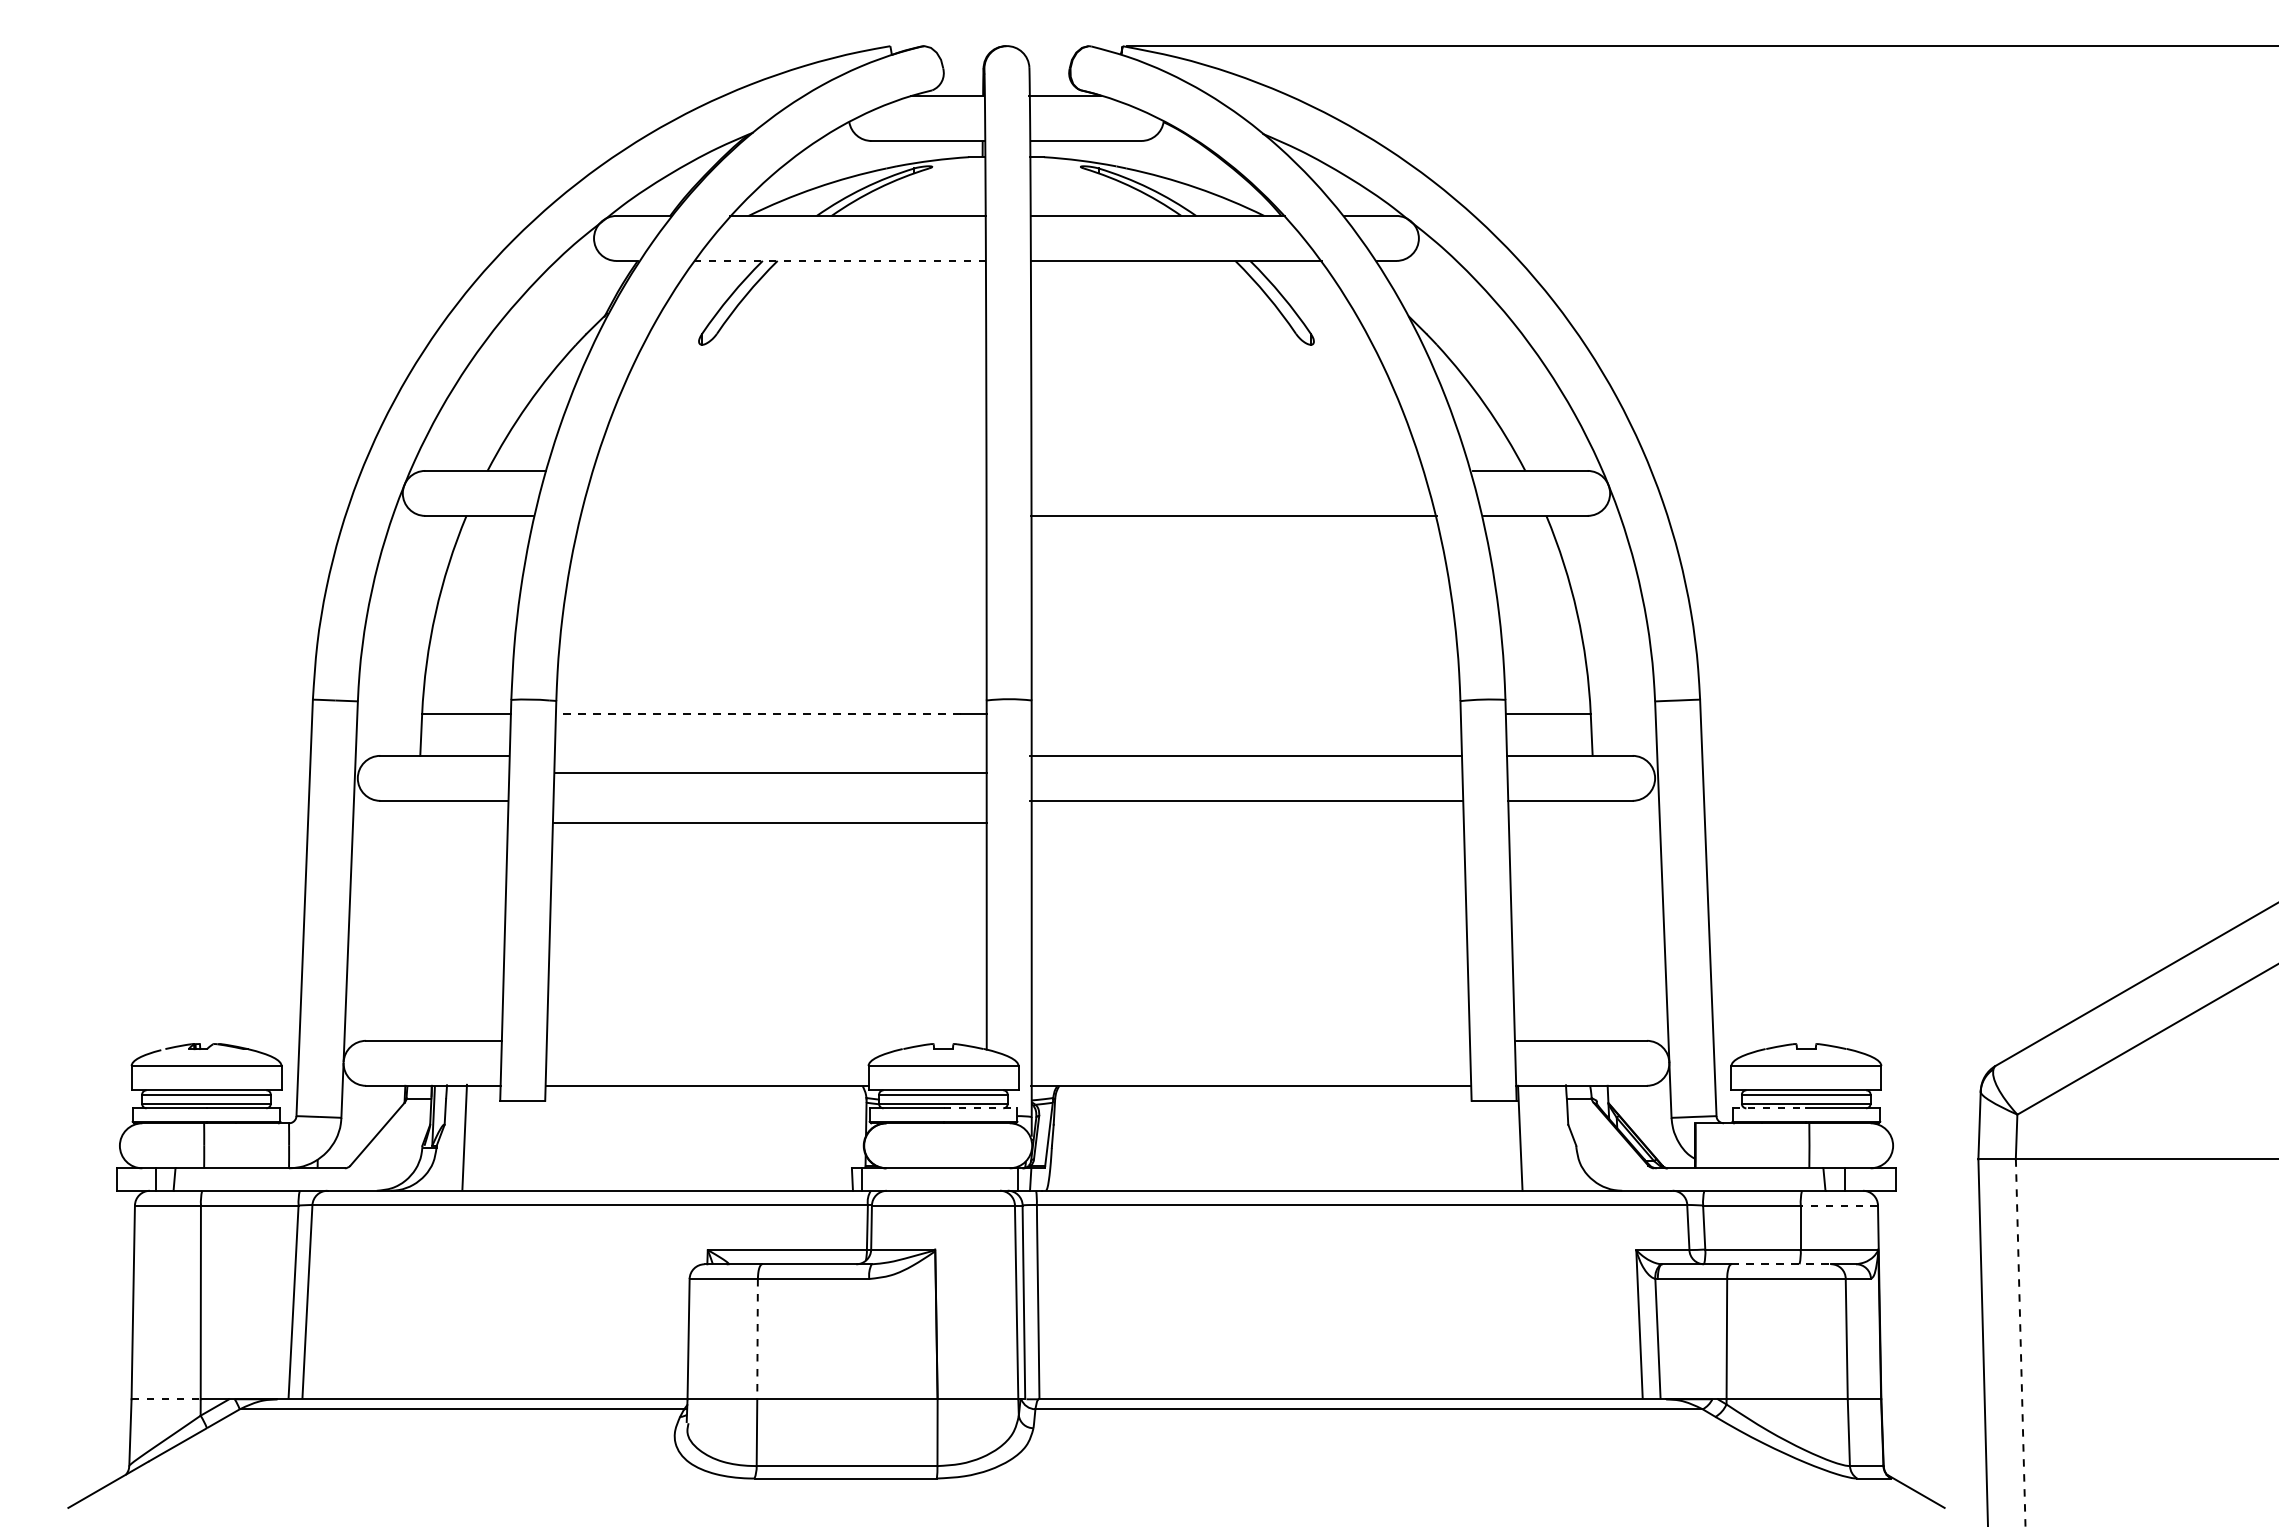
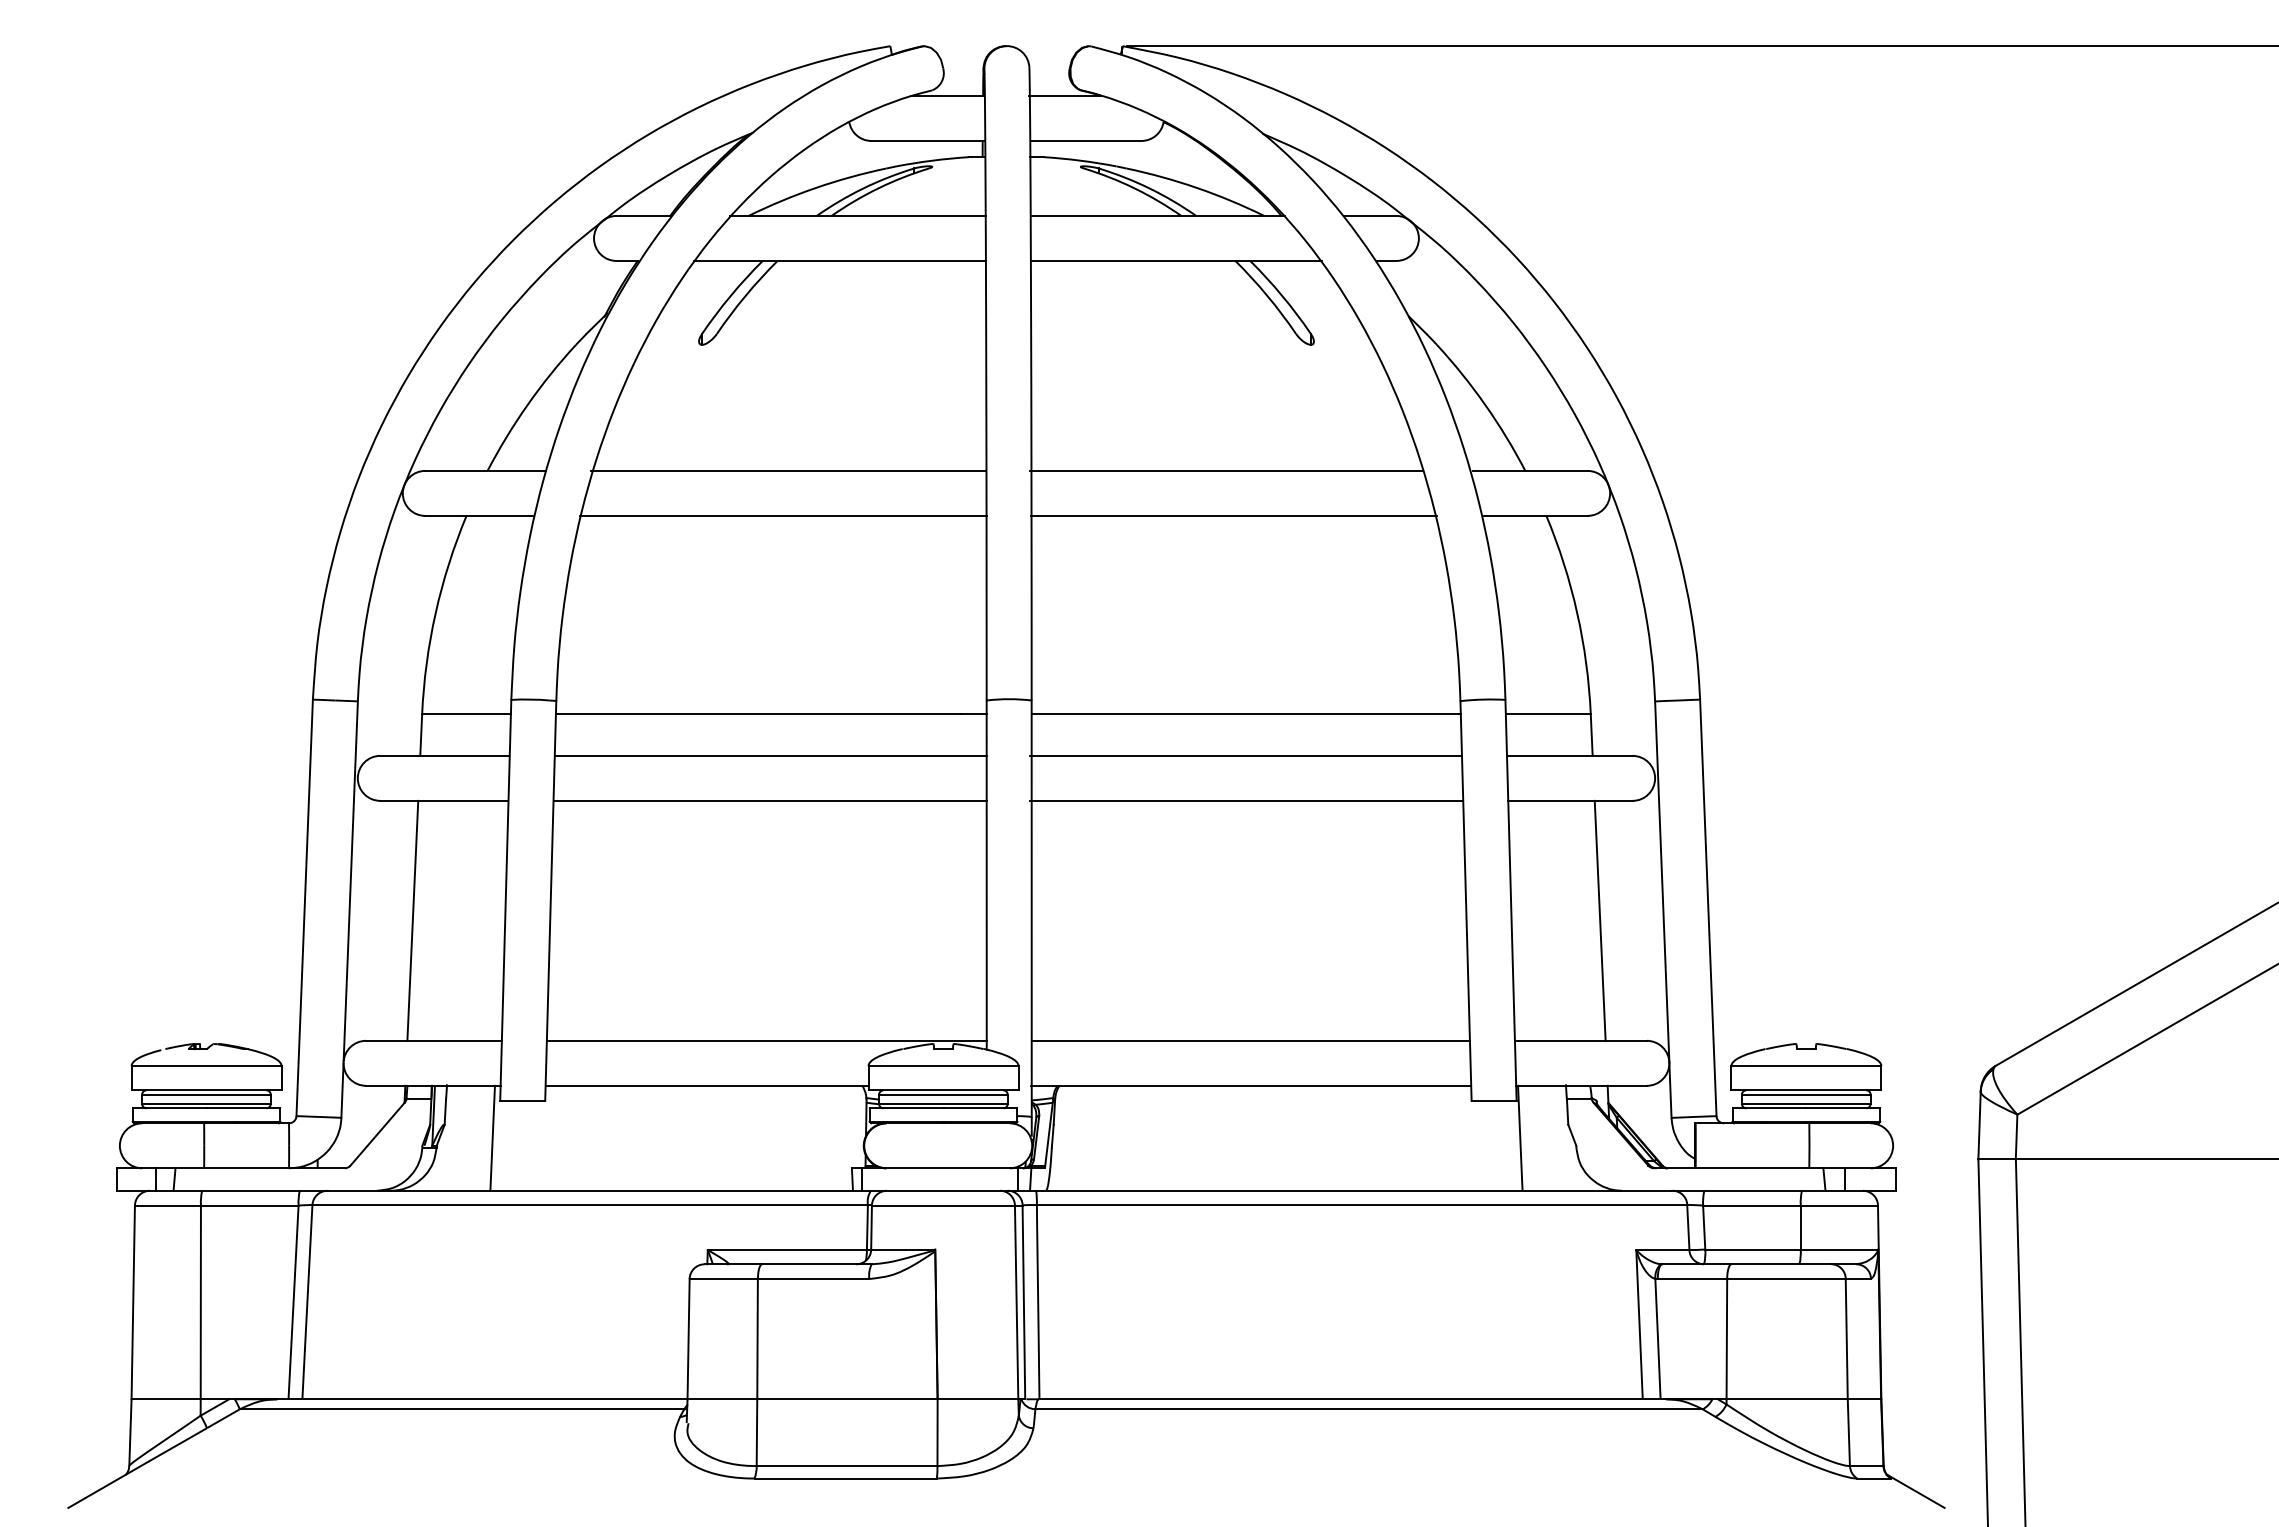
line at (840, 260): dashed -> solid
line at (788, 470): none -> present
line at (1225, 470): none -> present
line at (783, 515): none -> present
line at (757, 714): dashed -> solid
line at (1245, 714): none -> present
line at (770, 772) position: (770, 772) -> (770, 755)
line at (769, 822) position: (769, 822) -> (769, 800)
line at (412, 920): none -> present
line at (1599, 920): none -> present
line at (766, 1040): none -> present
line at (1250, 1040): none -> present
line at (980, 1108): dashed -> solid
line at (1769, 1108): dashed -> solid
line at (464, 1136) position: (464, 1136) -> (492, 1137)
line at (1839, 1205): dashed -> solid
line at (1781, 1264): dashed -> solid
line at (757, 1339): dashed -> solid
line at (2020, 1343): dashed -> solid
line at (166, 1399): dashed -> solid
